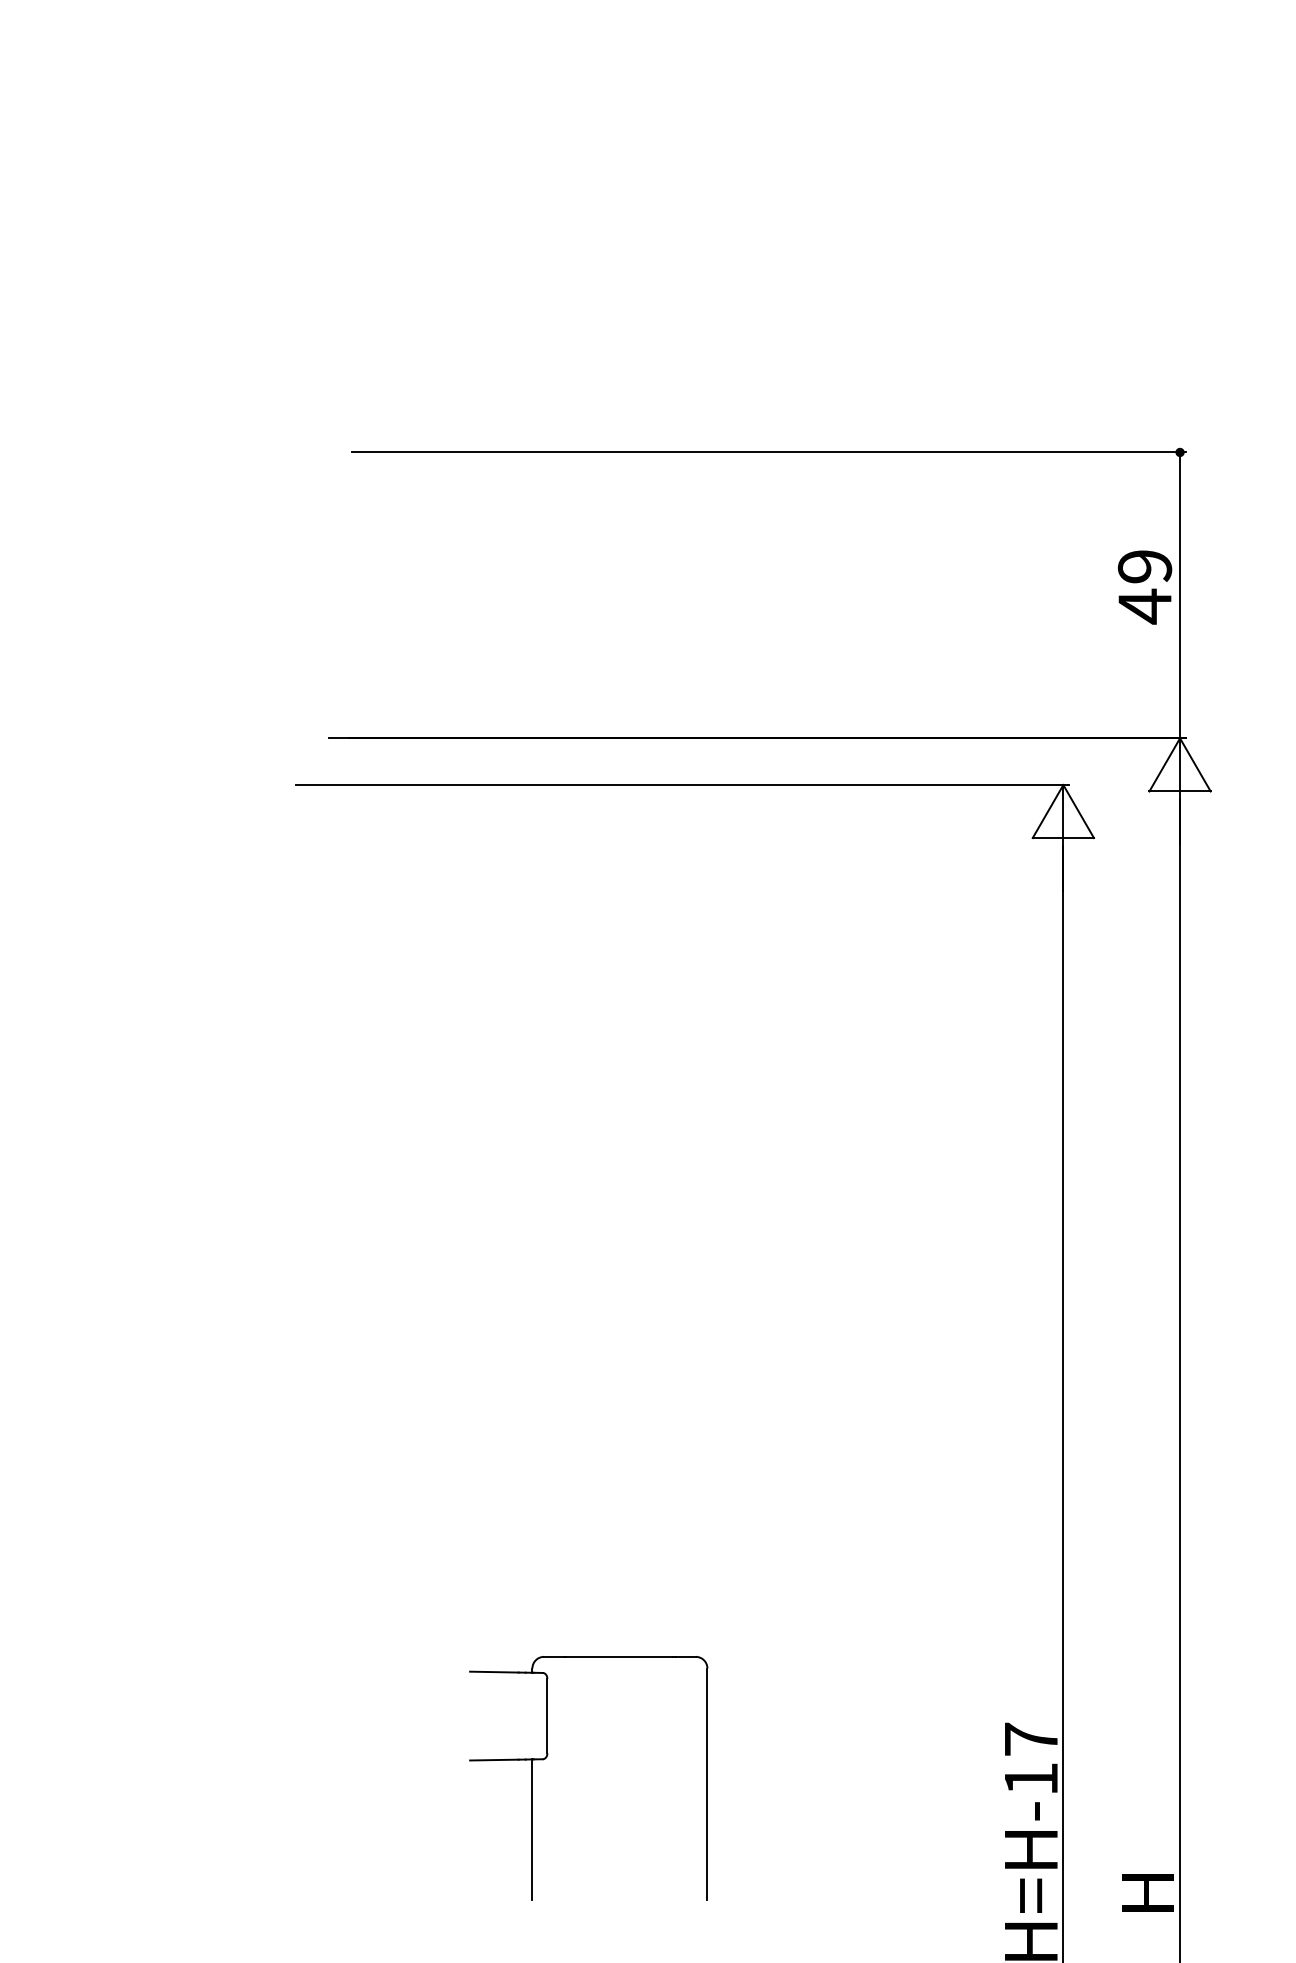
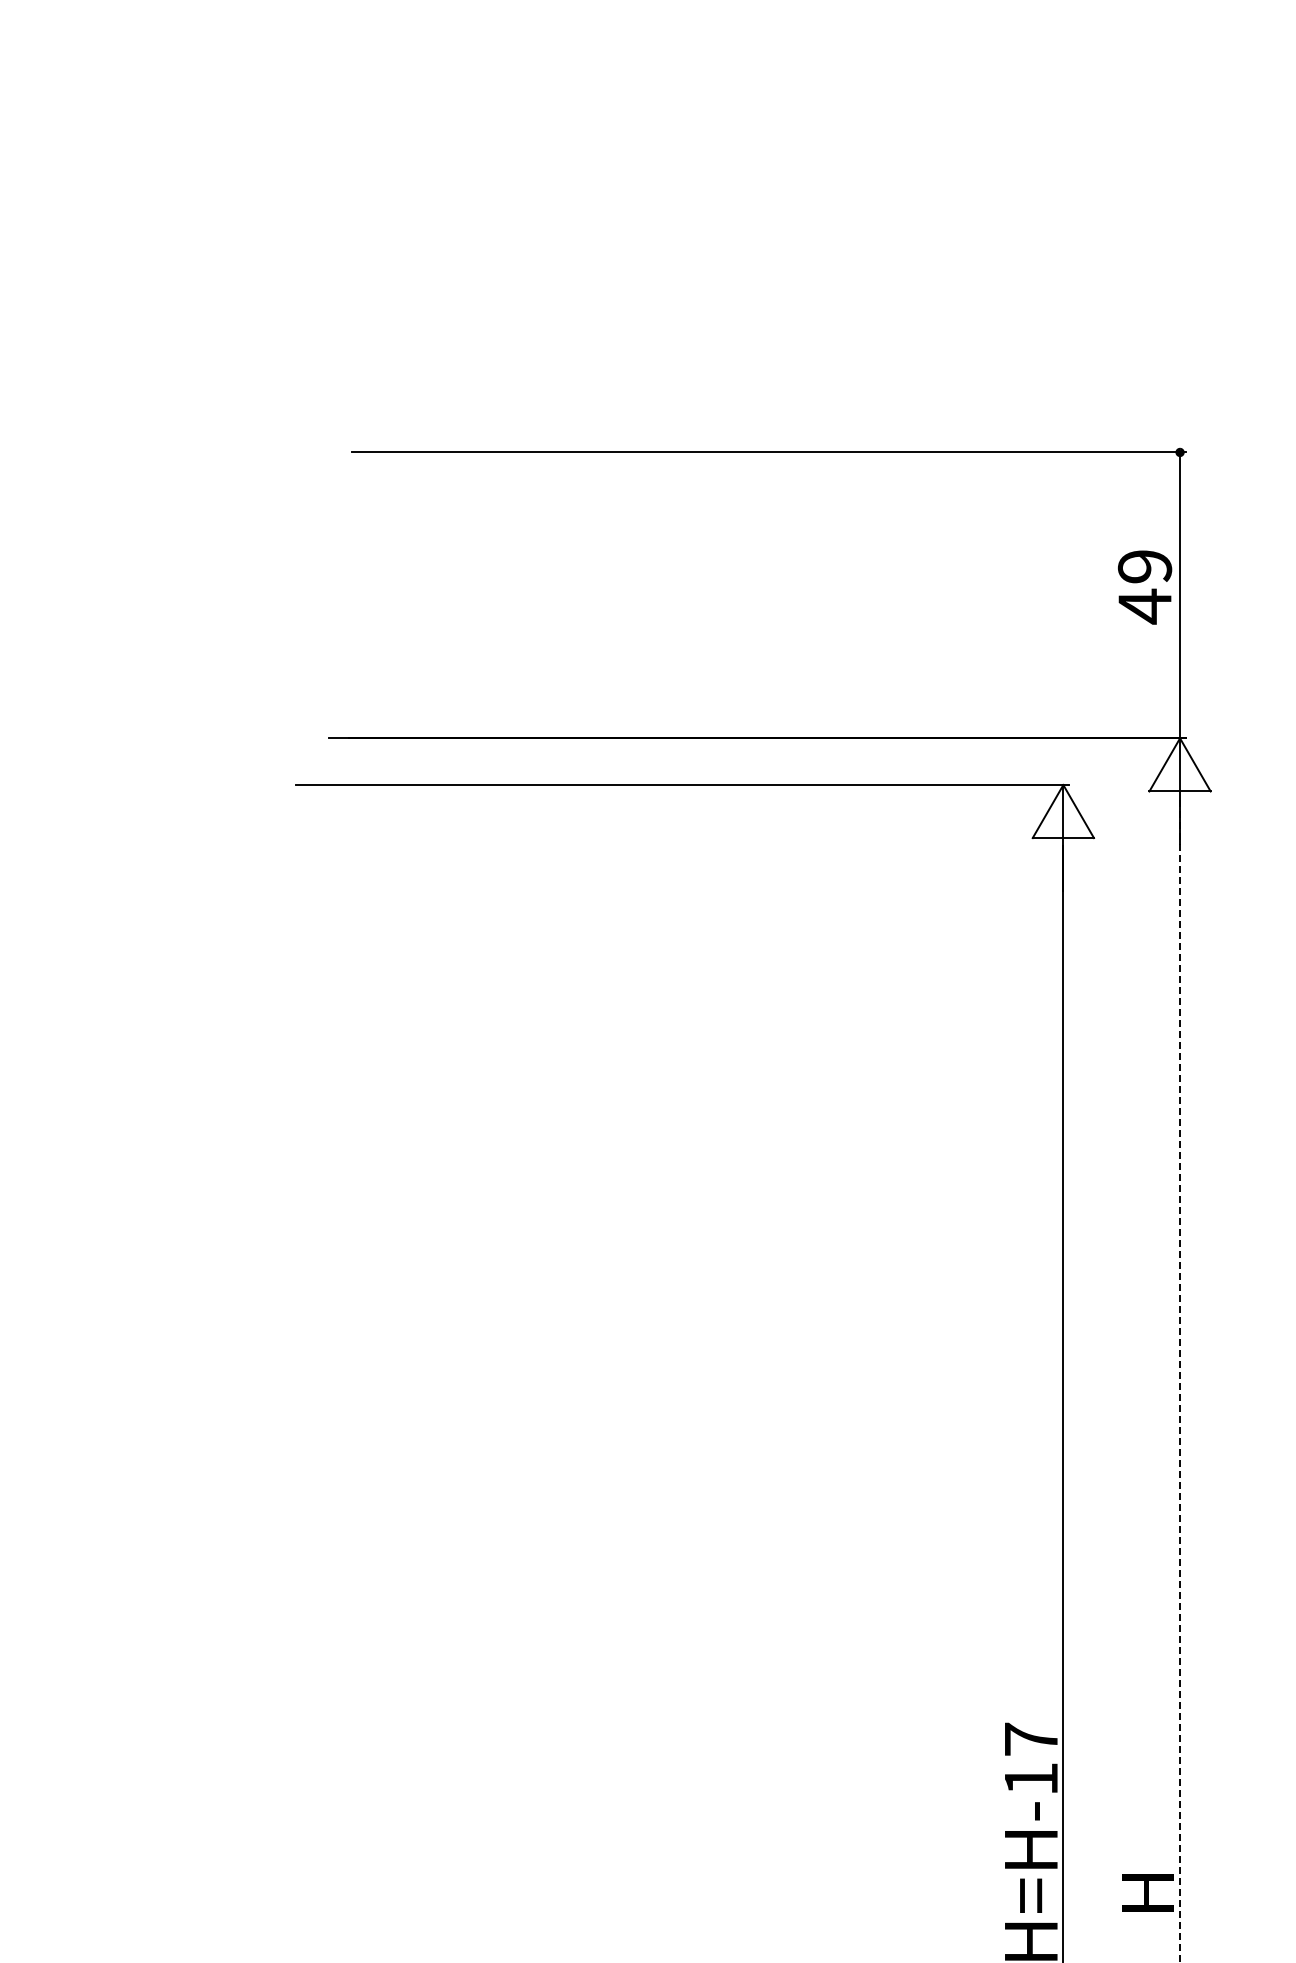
line at (1180, 1381): solid -> dashed
part at (547, 1757): present -> none
